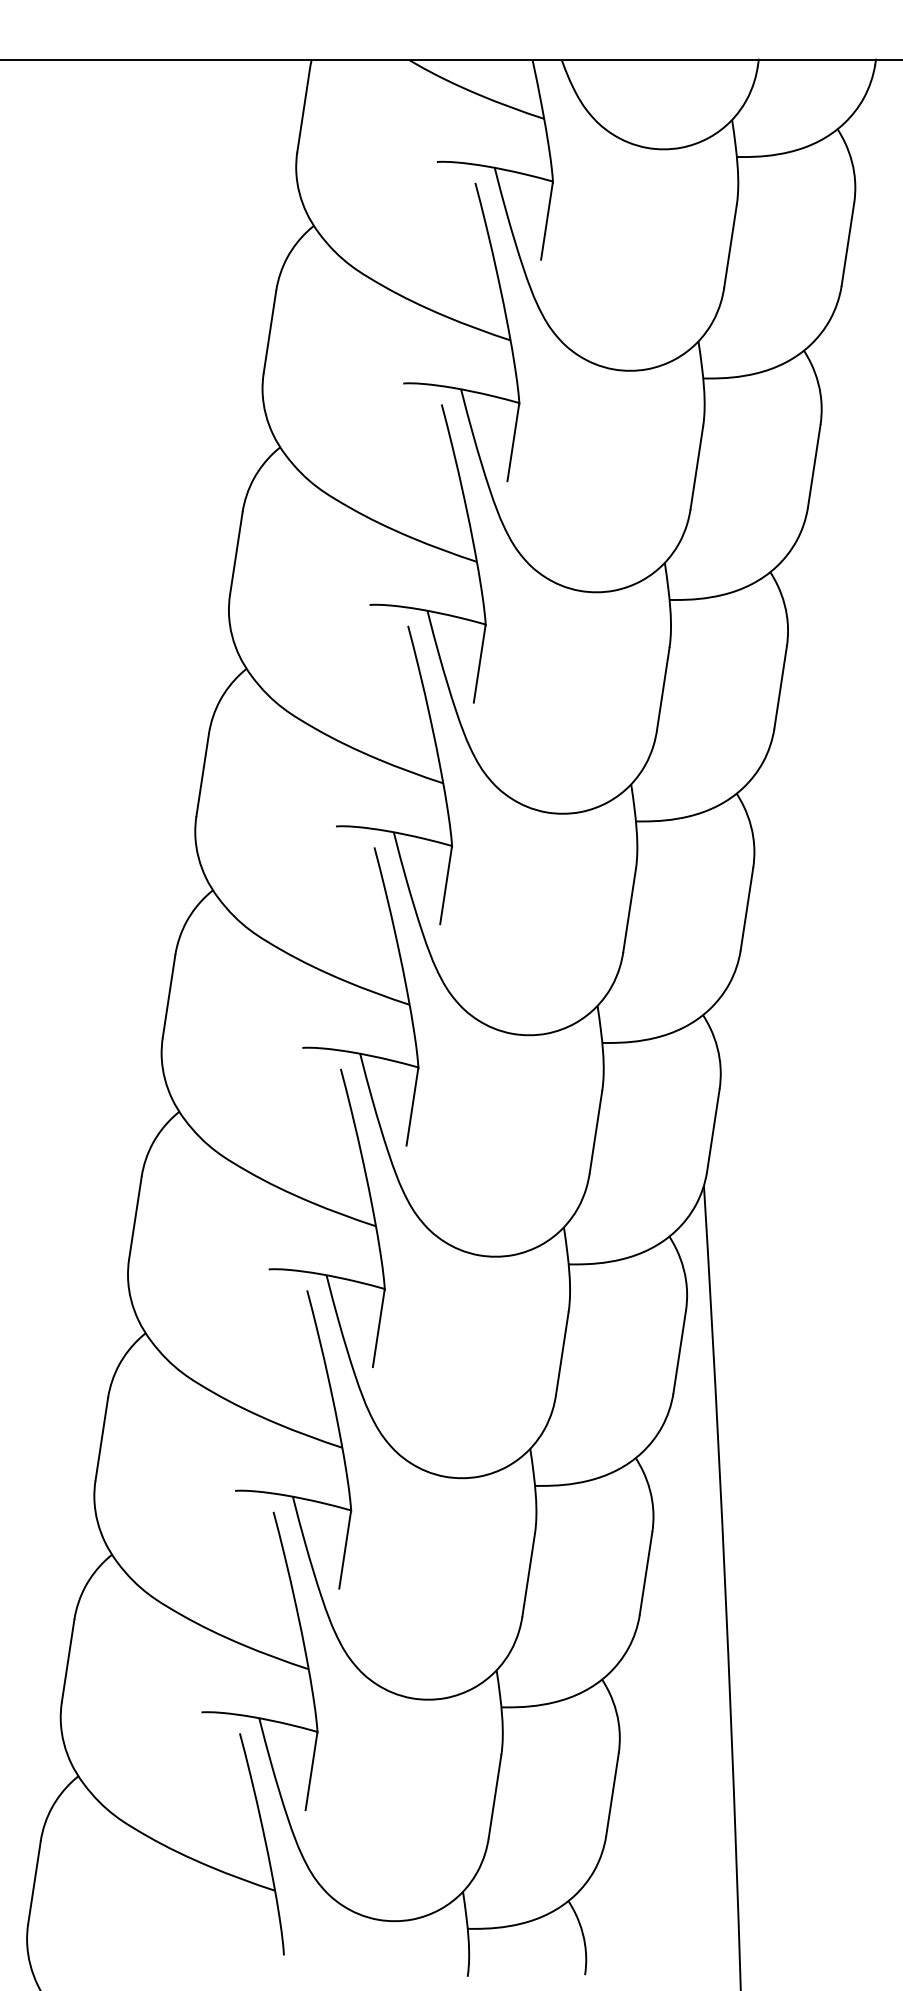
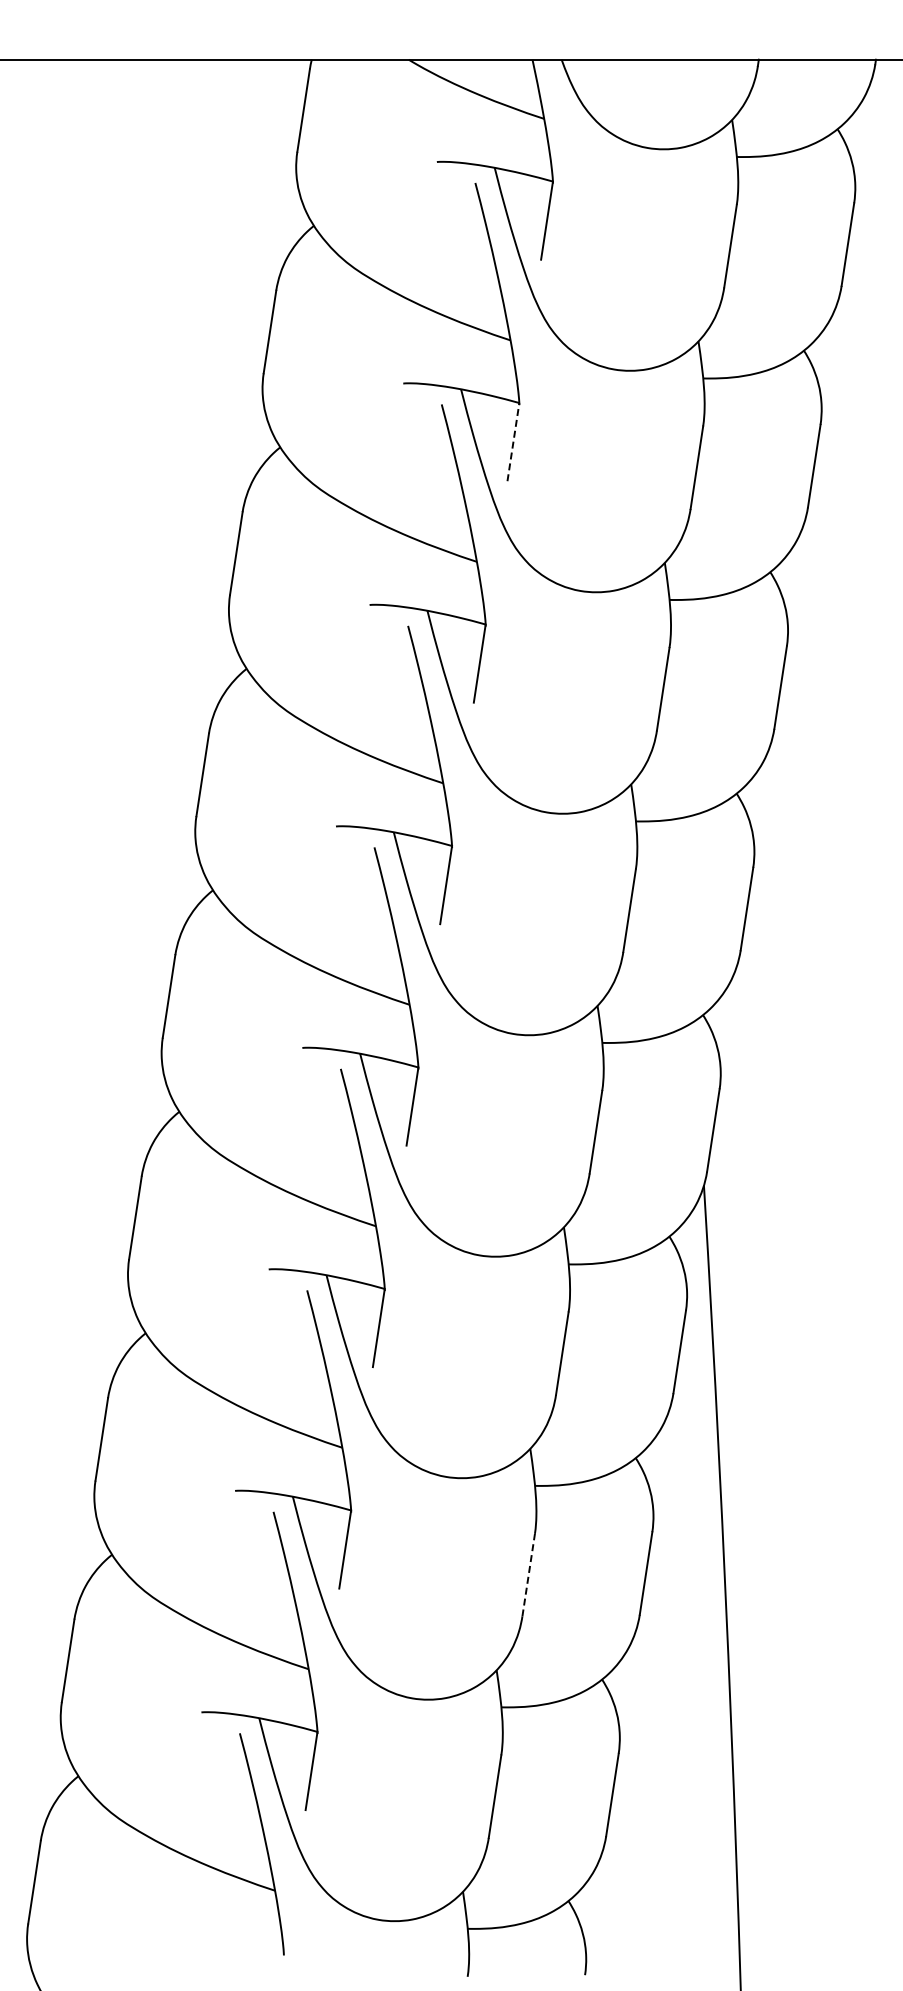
line at (513, 441): solid -> dashed
line at (528, 1575): solid -> dashed
